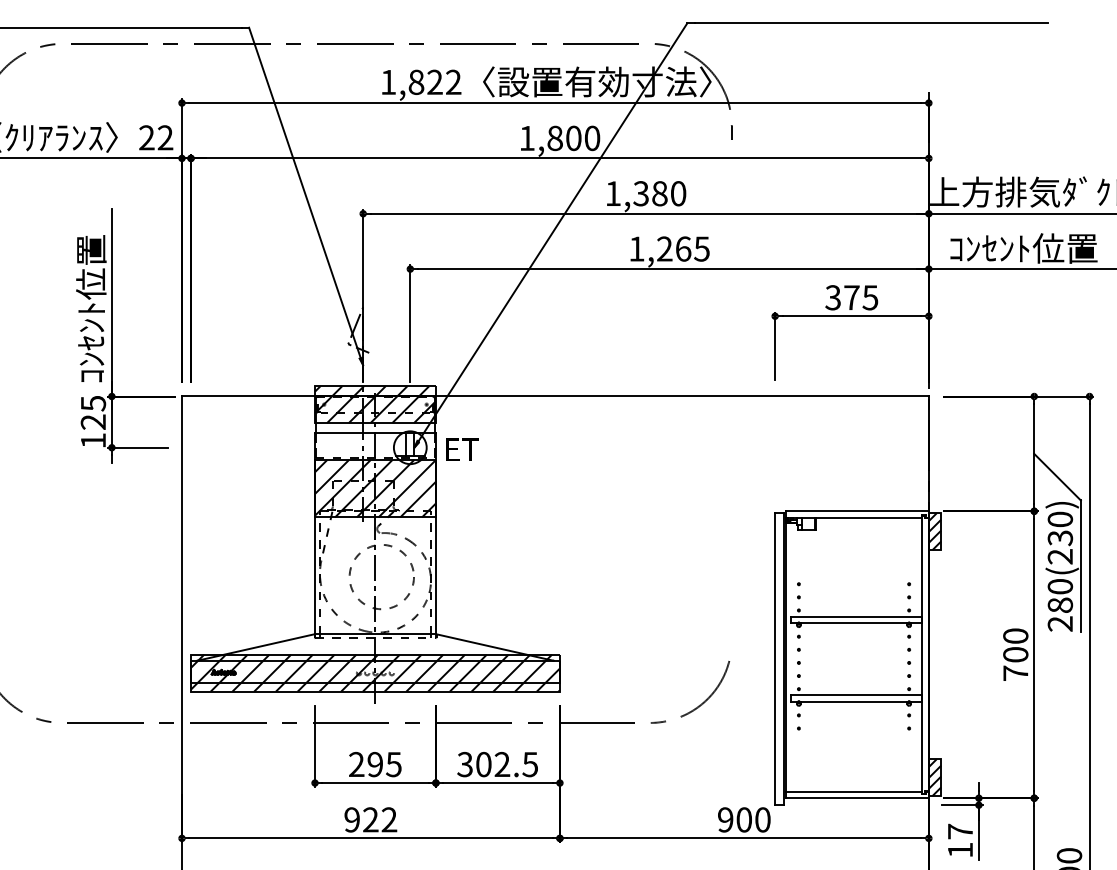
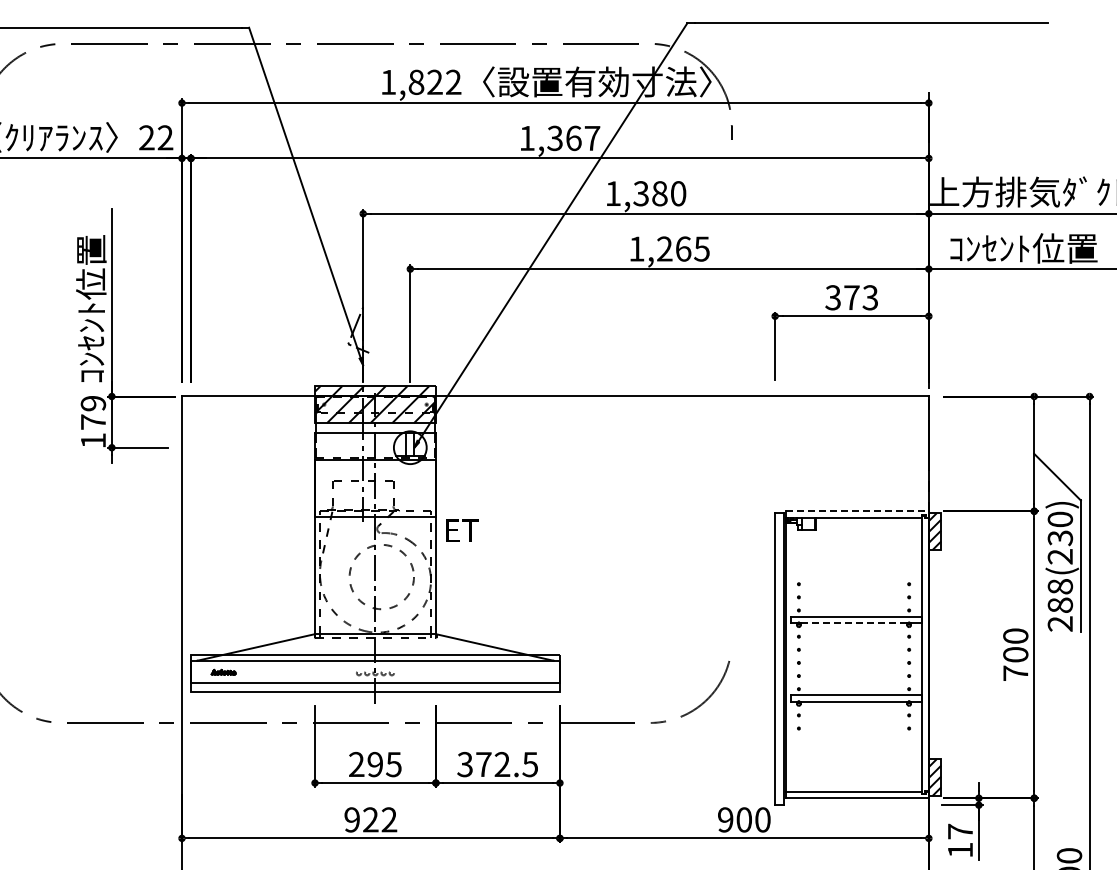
text at (573, 138): 1,800 -> 1,367
text at (870, 297): 375 -> 373
text at (93, 412): 125 -> 179
text at (462, 449) position: (462, 449) -> (462, 530)
hatch at (375, 488): present -> none
line at (857, 511): solid -> dashed
text at (1060, 586): 280(230) -> 288(230)
line at (854, 623): solid -> dashed
hatch at (375, 672): present -> none
text at (483, 764): 302.5 -> 372.5
